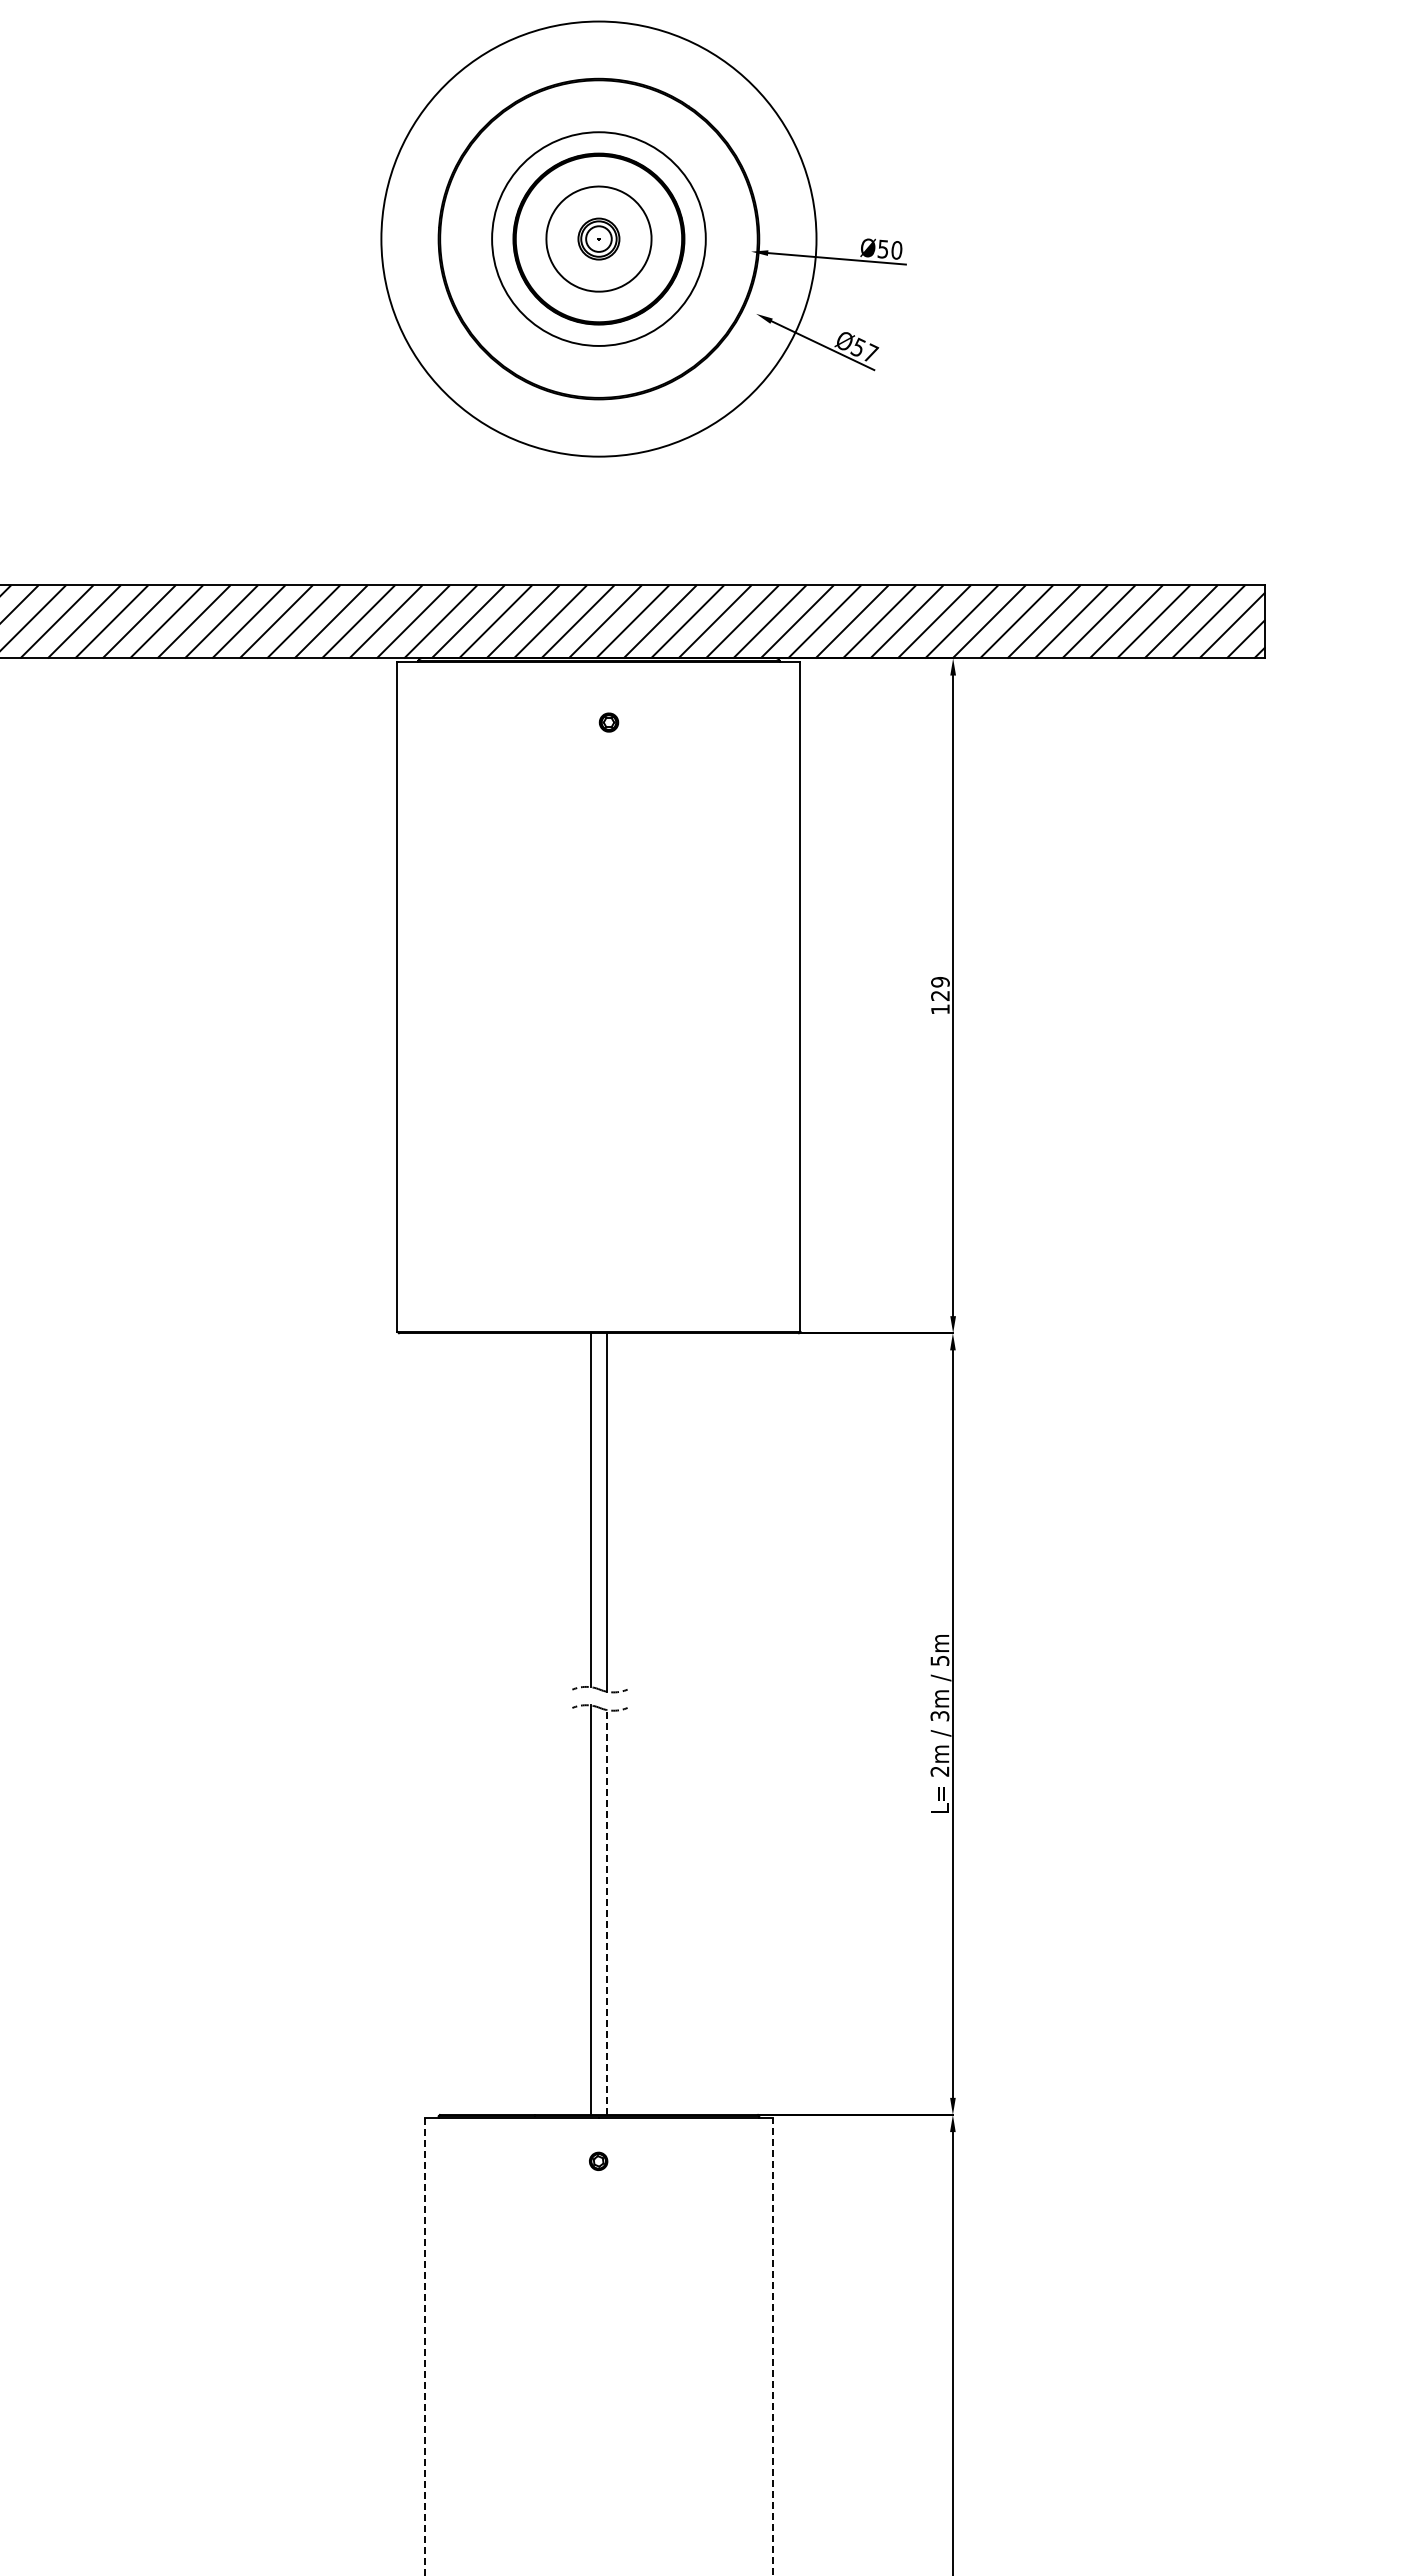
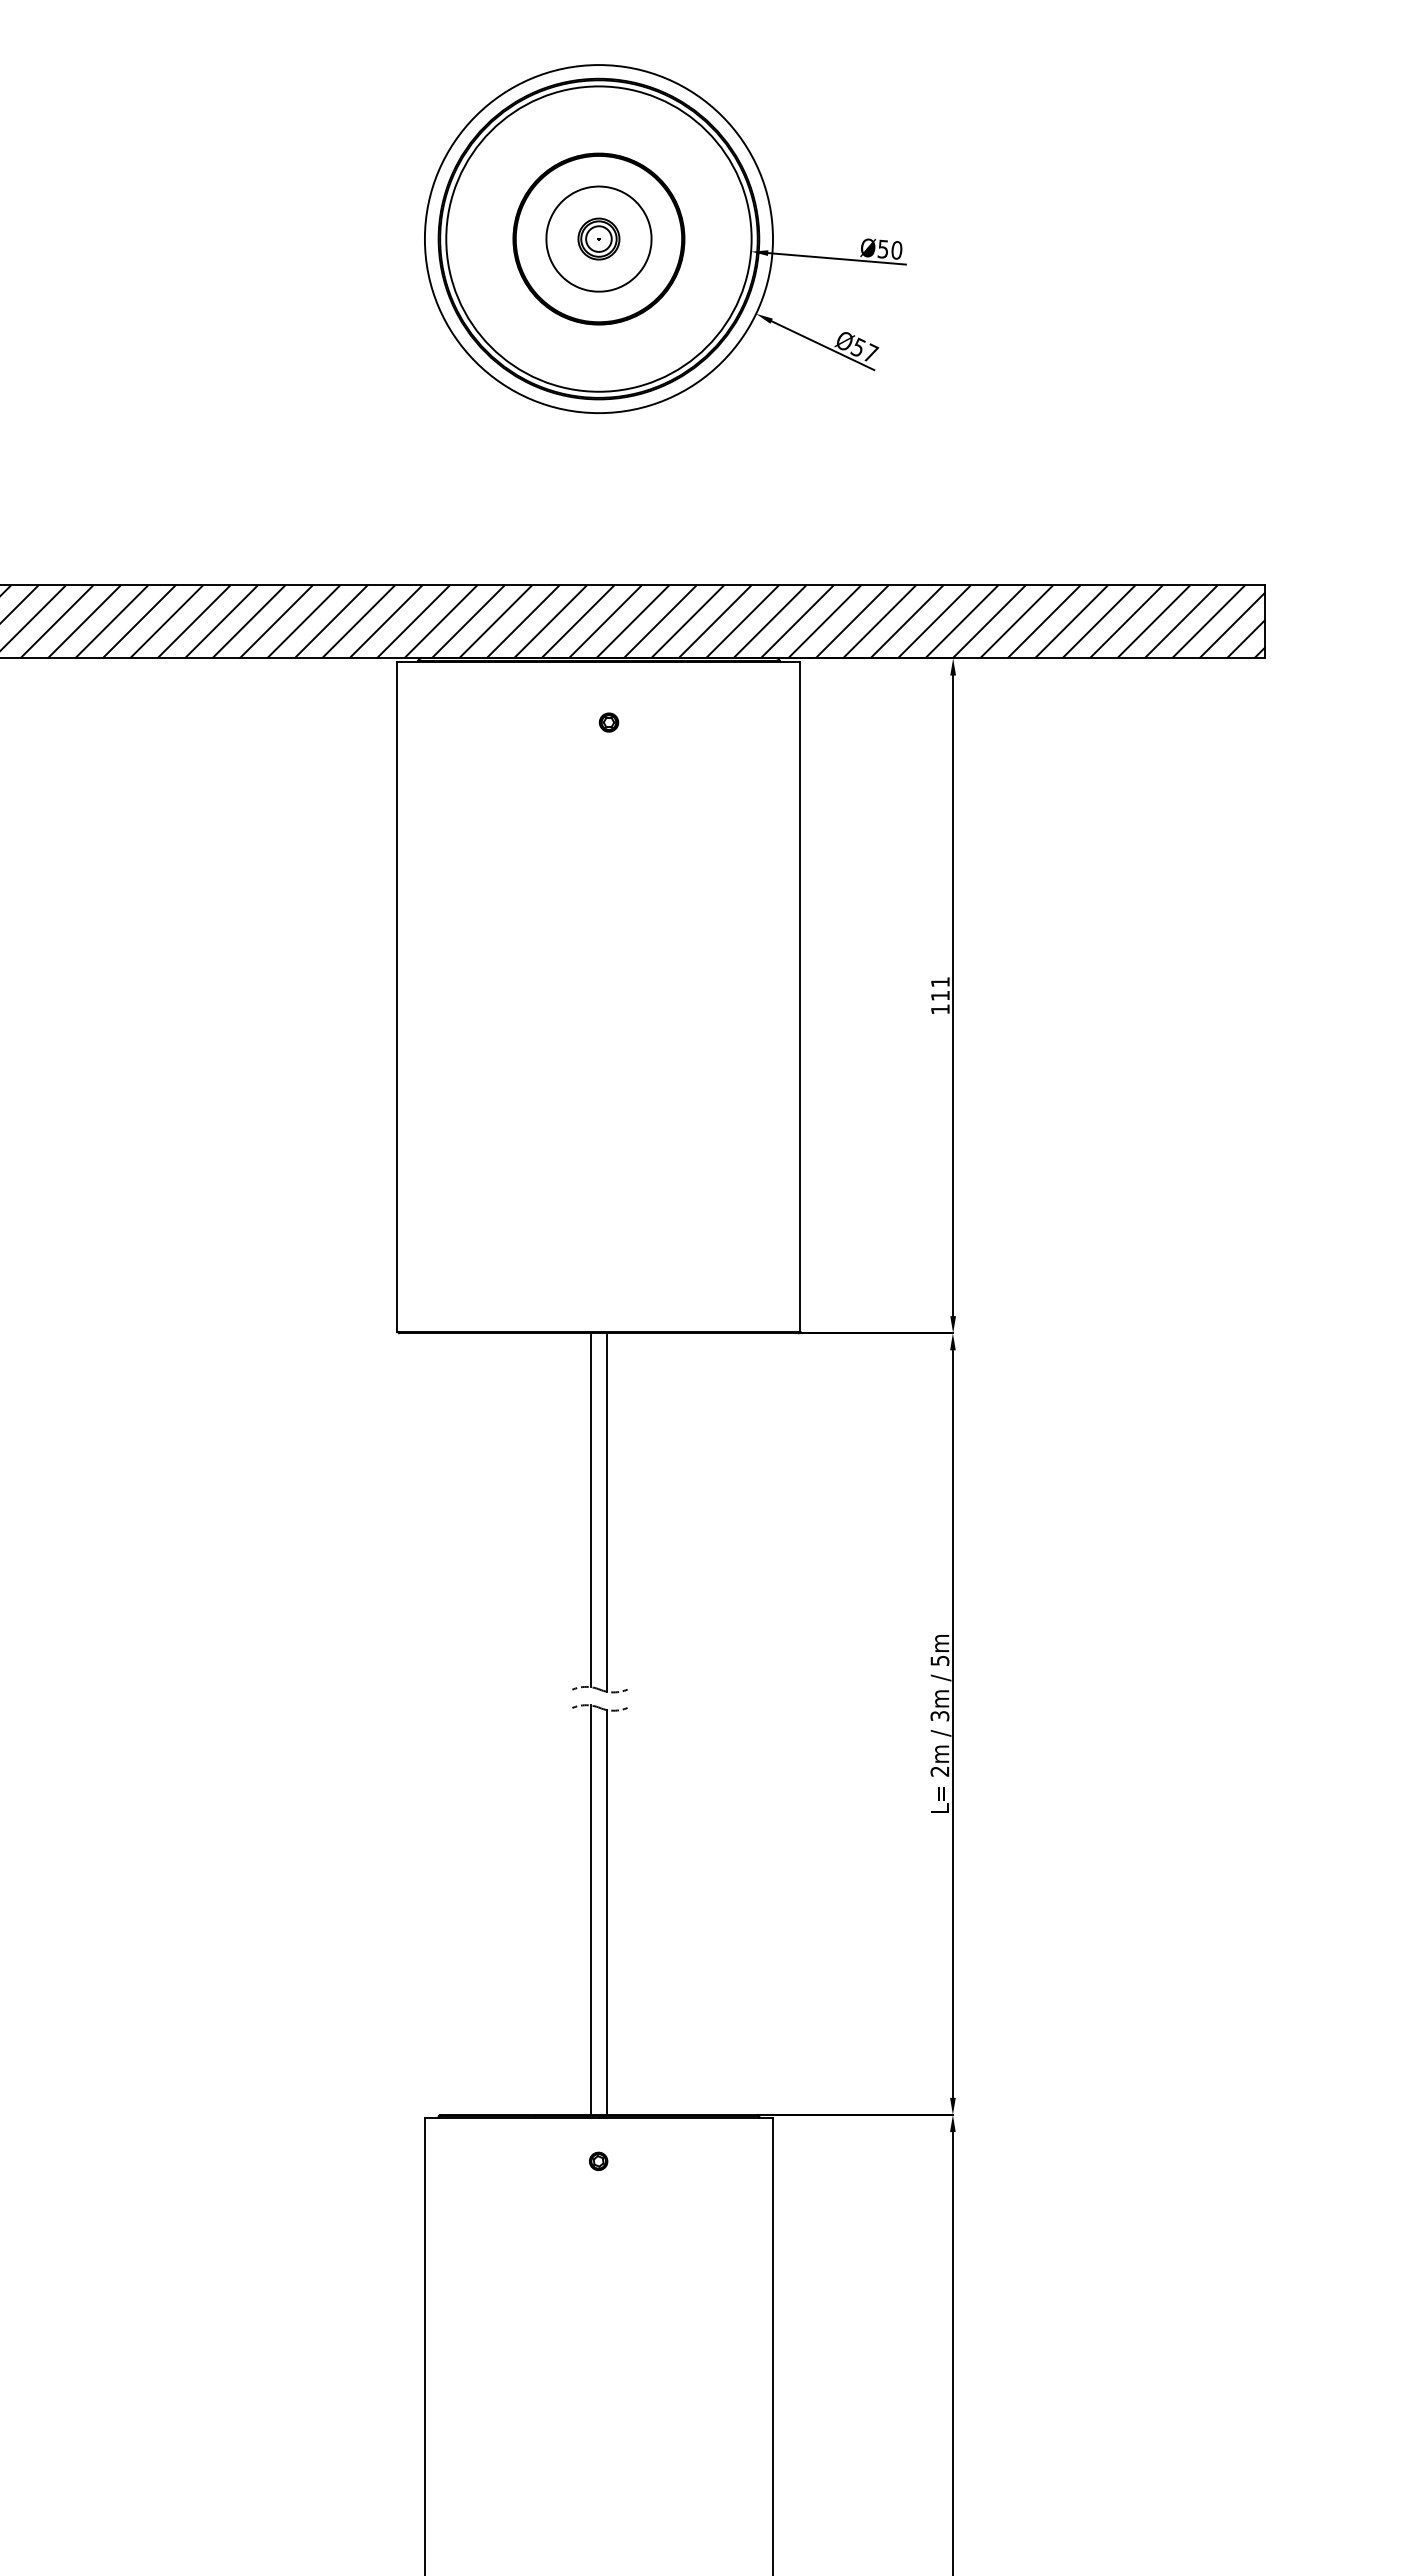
circle at (598, 238) diameter: 214 px -> 305 px
circle at (598, 238) diameter: 435 px -> 348 px
text at (940, 989): 129 -> 111
line at (607, 1912): dashed -> solid
line at (424, 2346): dashed -> solid
line at (773, 2346): dashed -> solid
